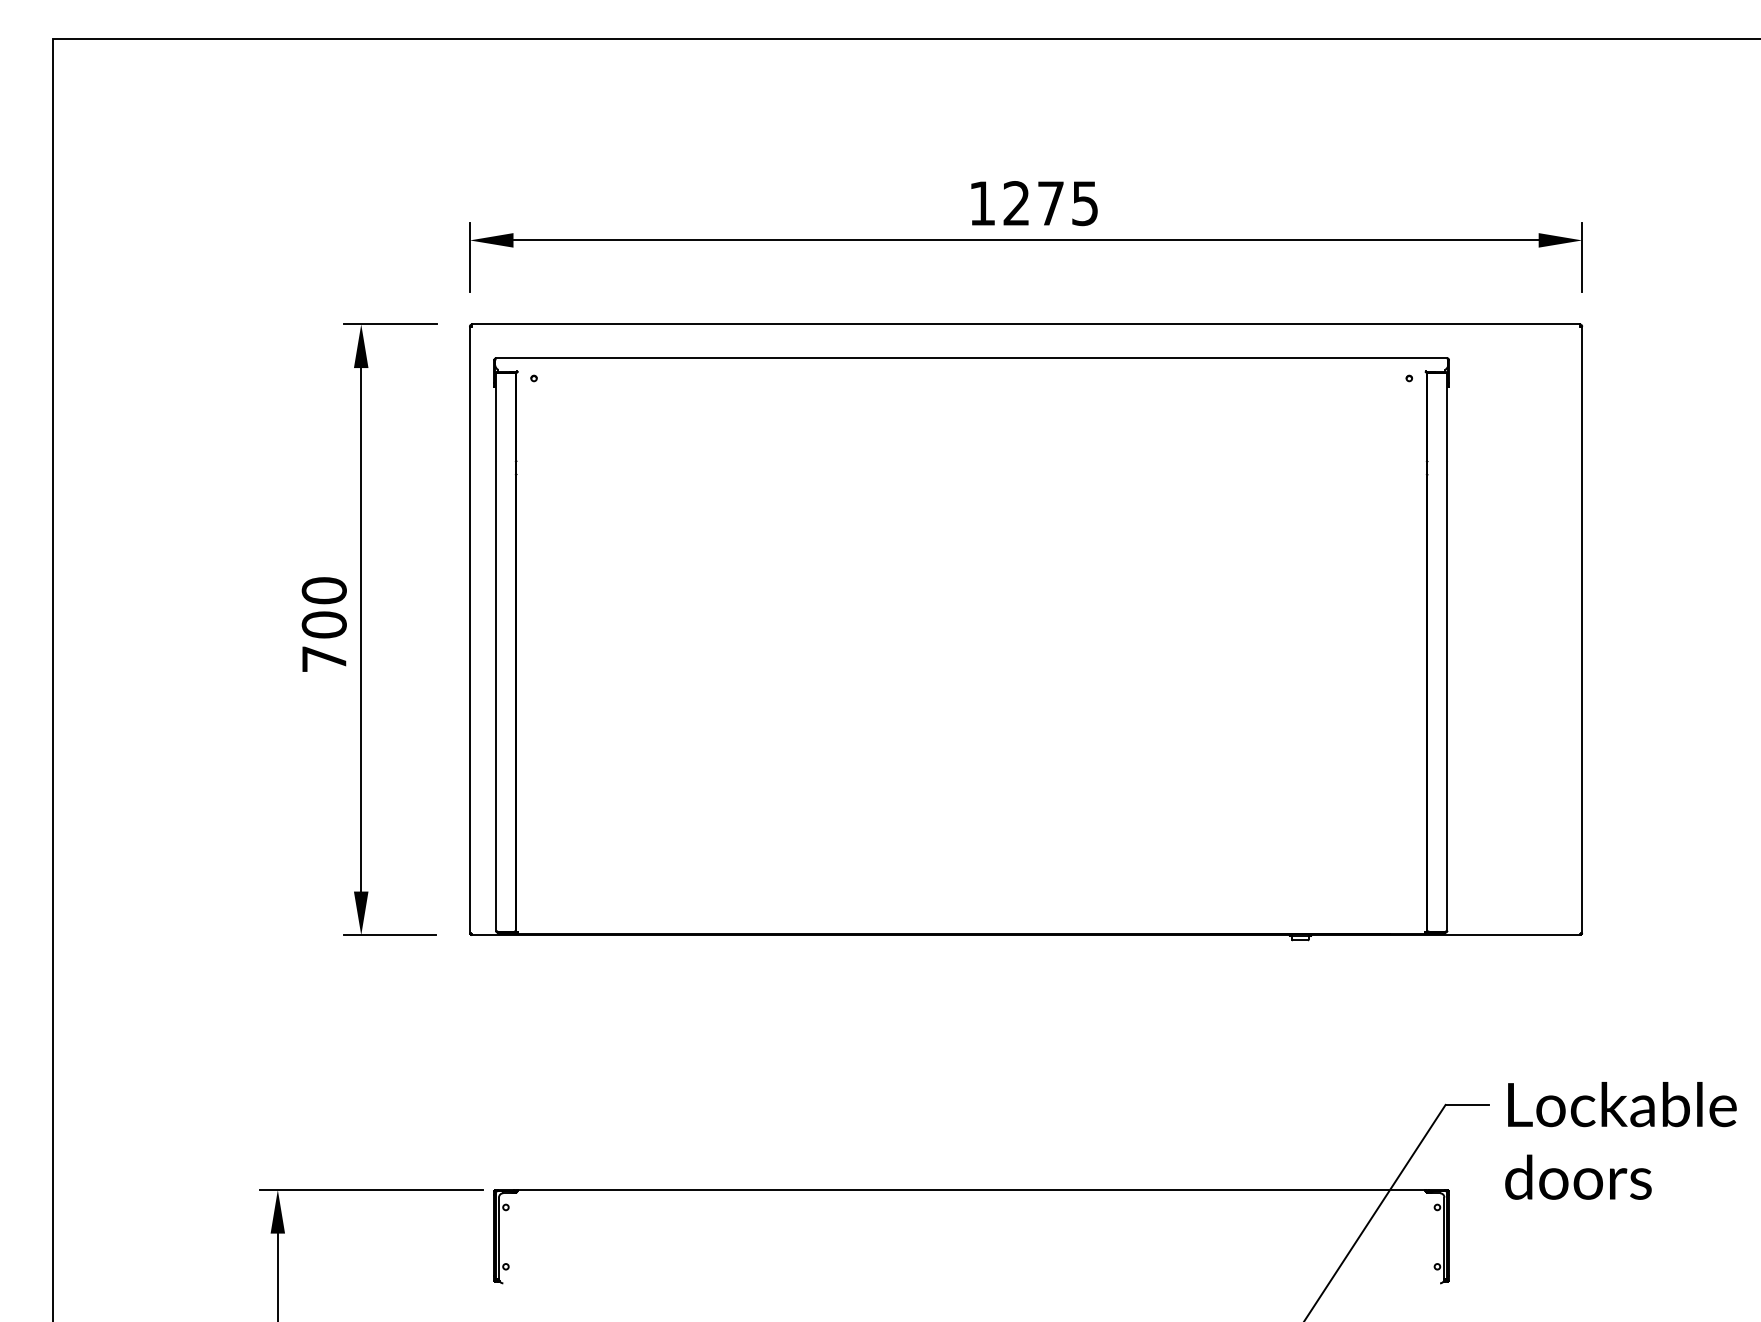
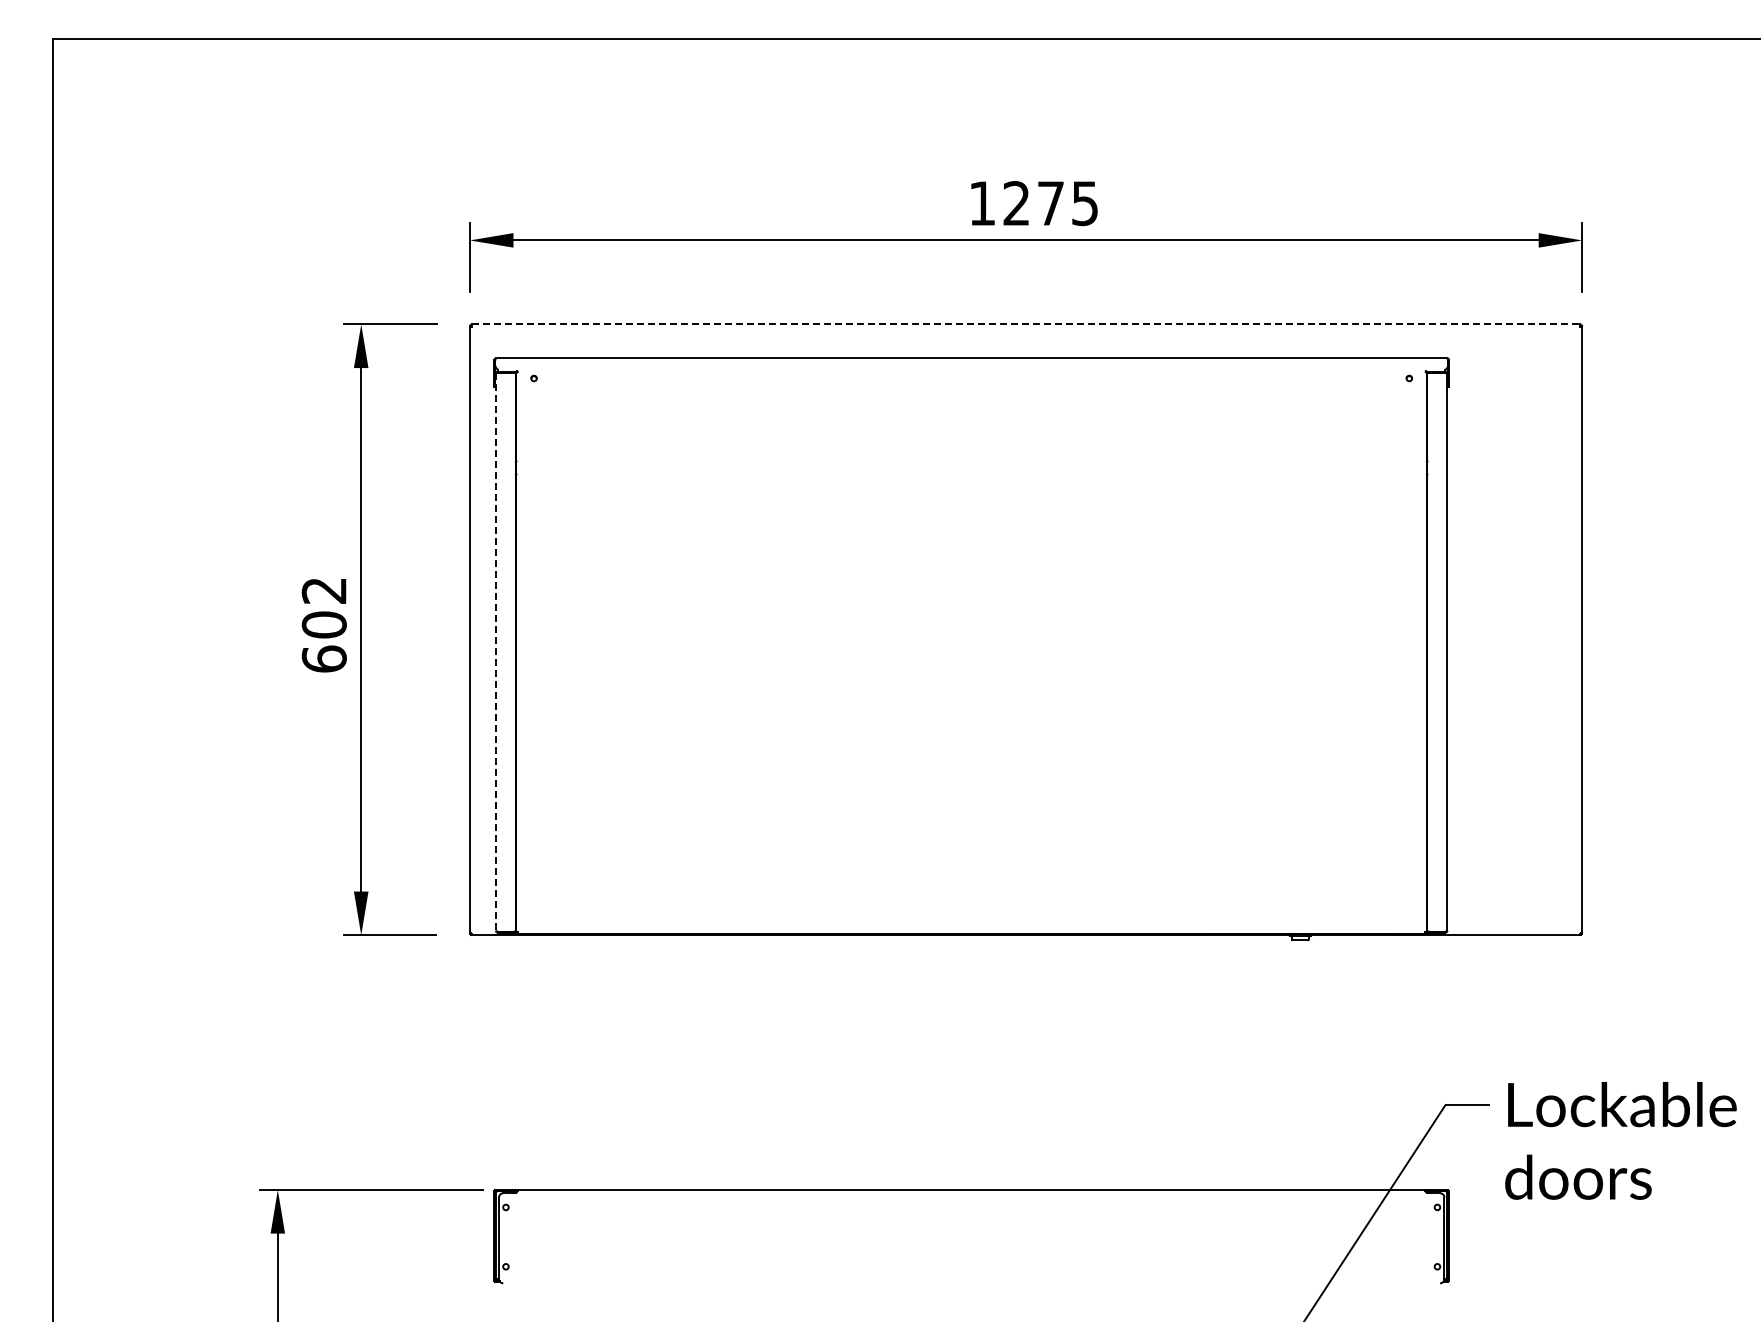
line at (1026, 324): solid -> dashed
text at (323, 624): 700 -> 602
line at (496, 652): solid -> dashed
